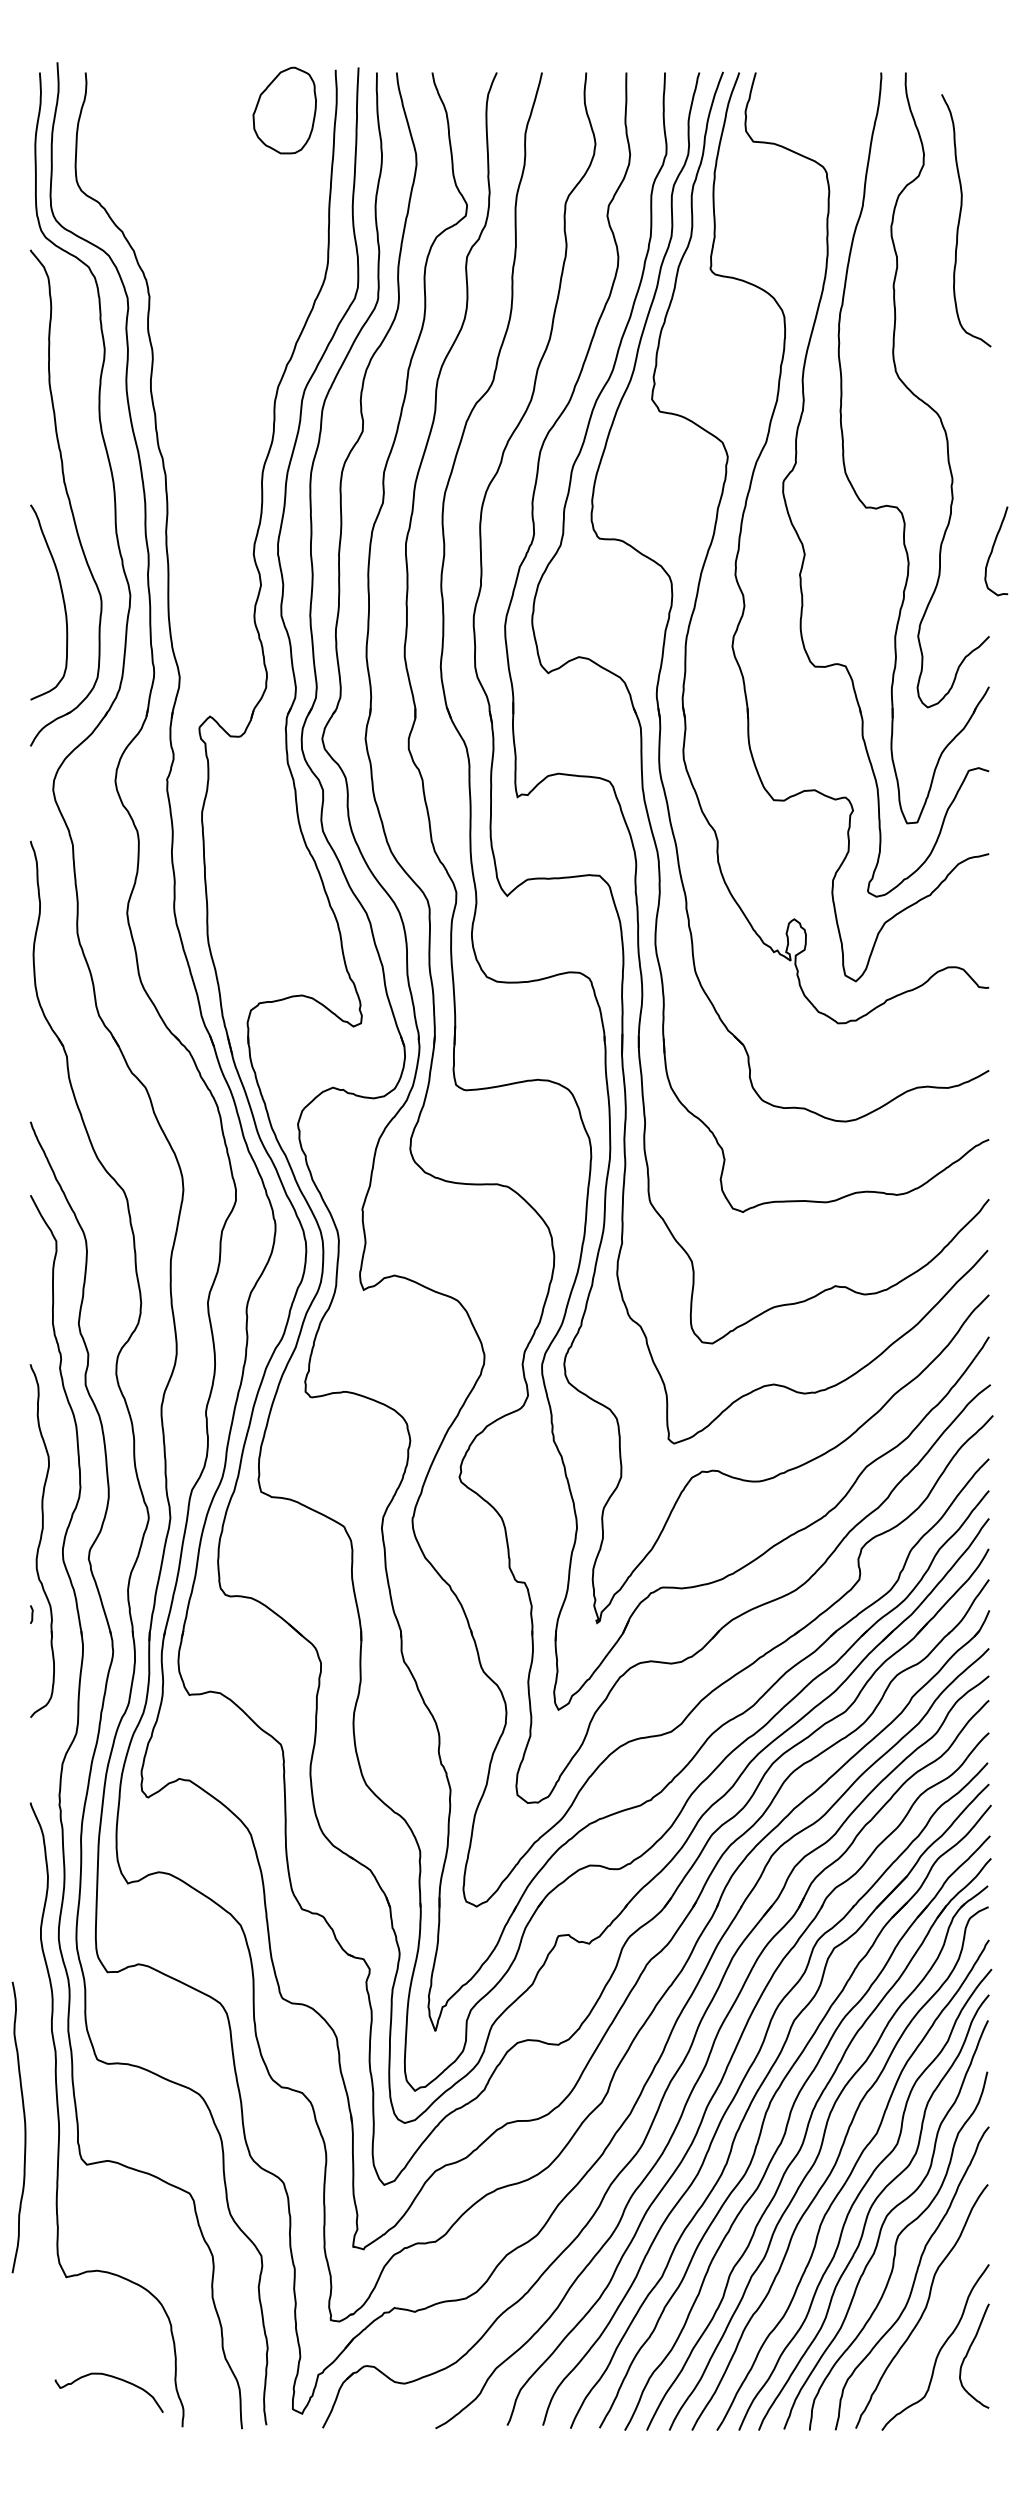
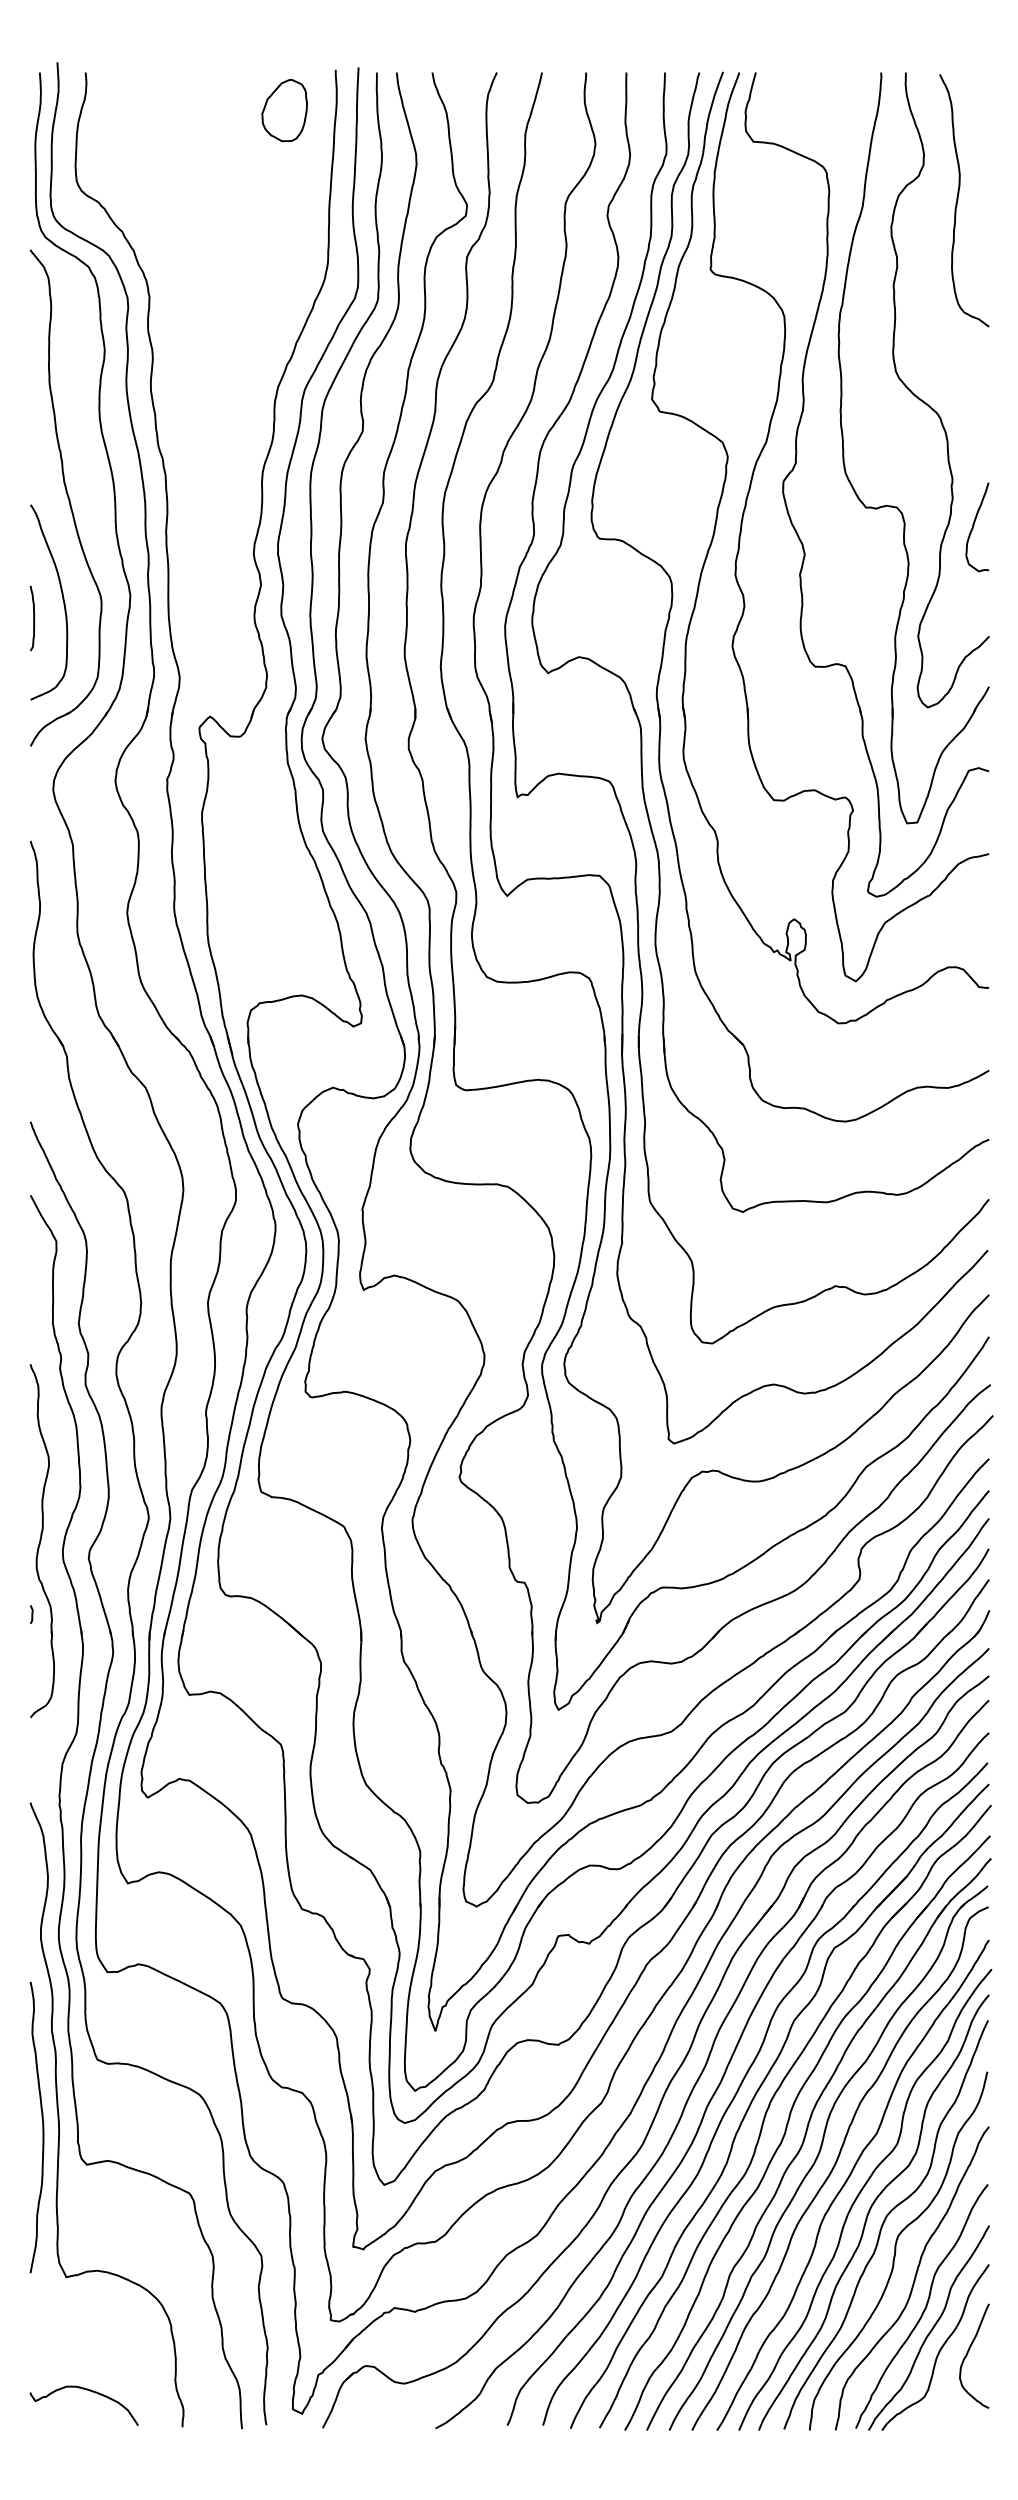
part at (284, 110) size: 65x89 px -> 47x63 px
curve at (960, 220) position: (960, 220) -> (958, 200)
curve at (993, 549) position: (993, 549) -> (974, 525)
curve at (33, 618): none -> present
curve at (24, 2127) position: (24, 2127) -> (42, 2127)
curve at (931, 2328): none -> present
curve at (114, 2378) position: (114, 2378) -> (89, 2391)
